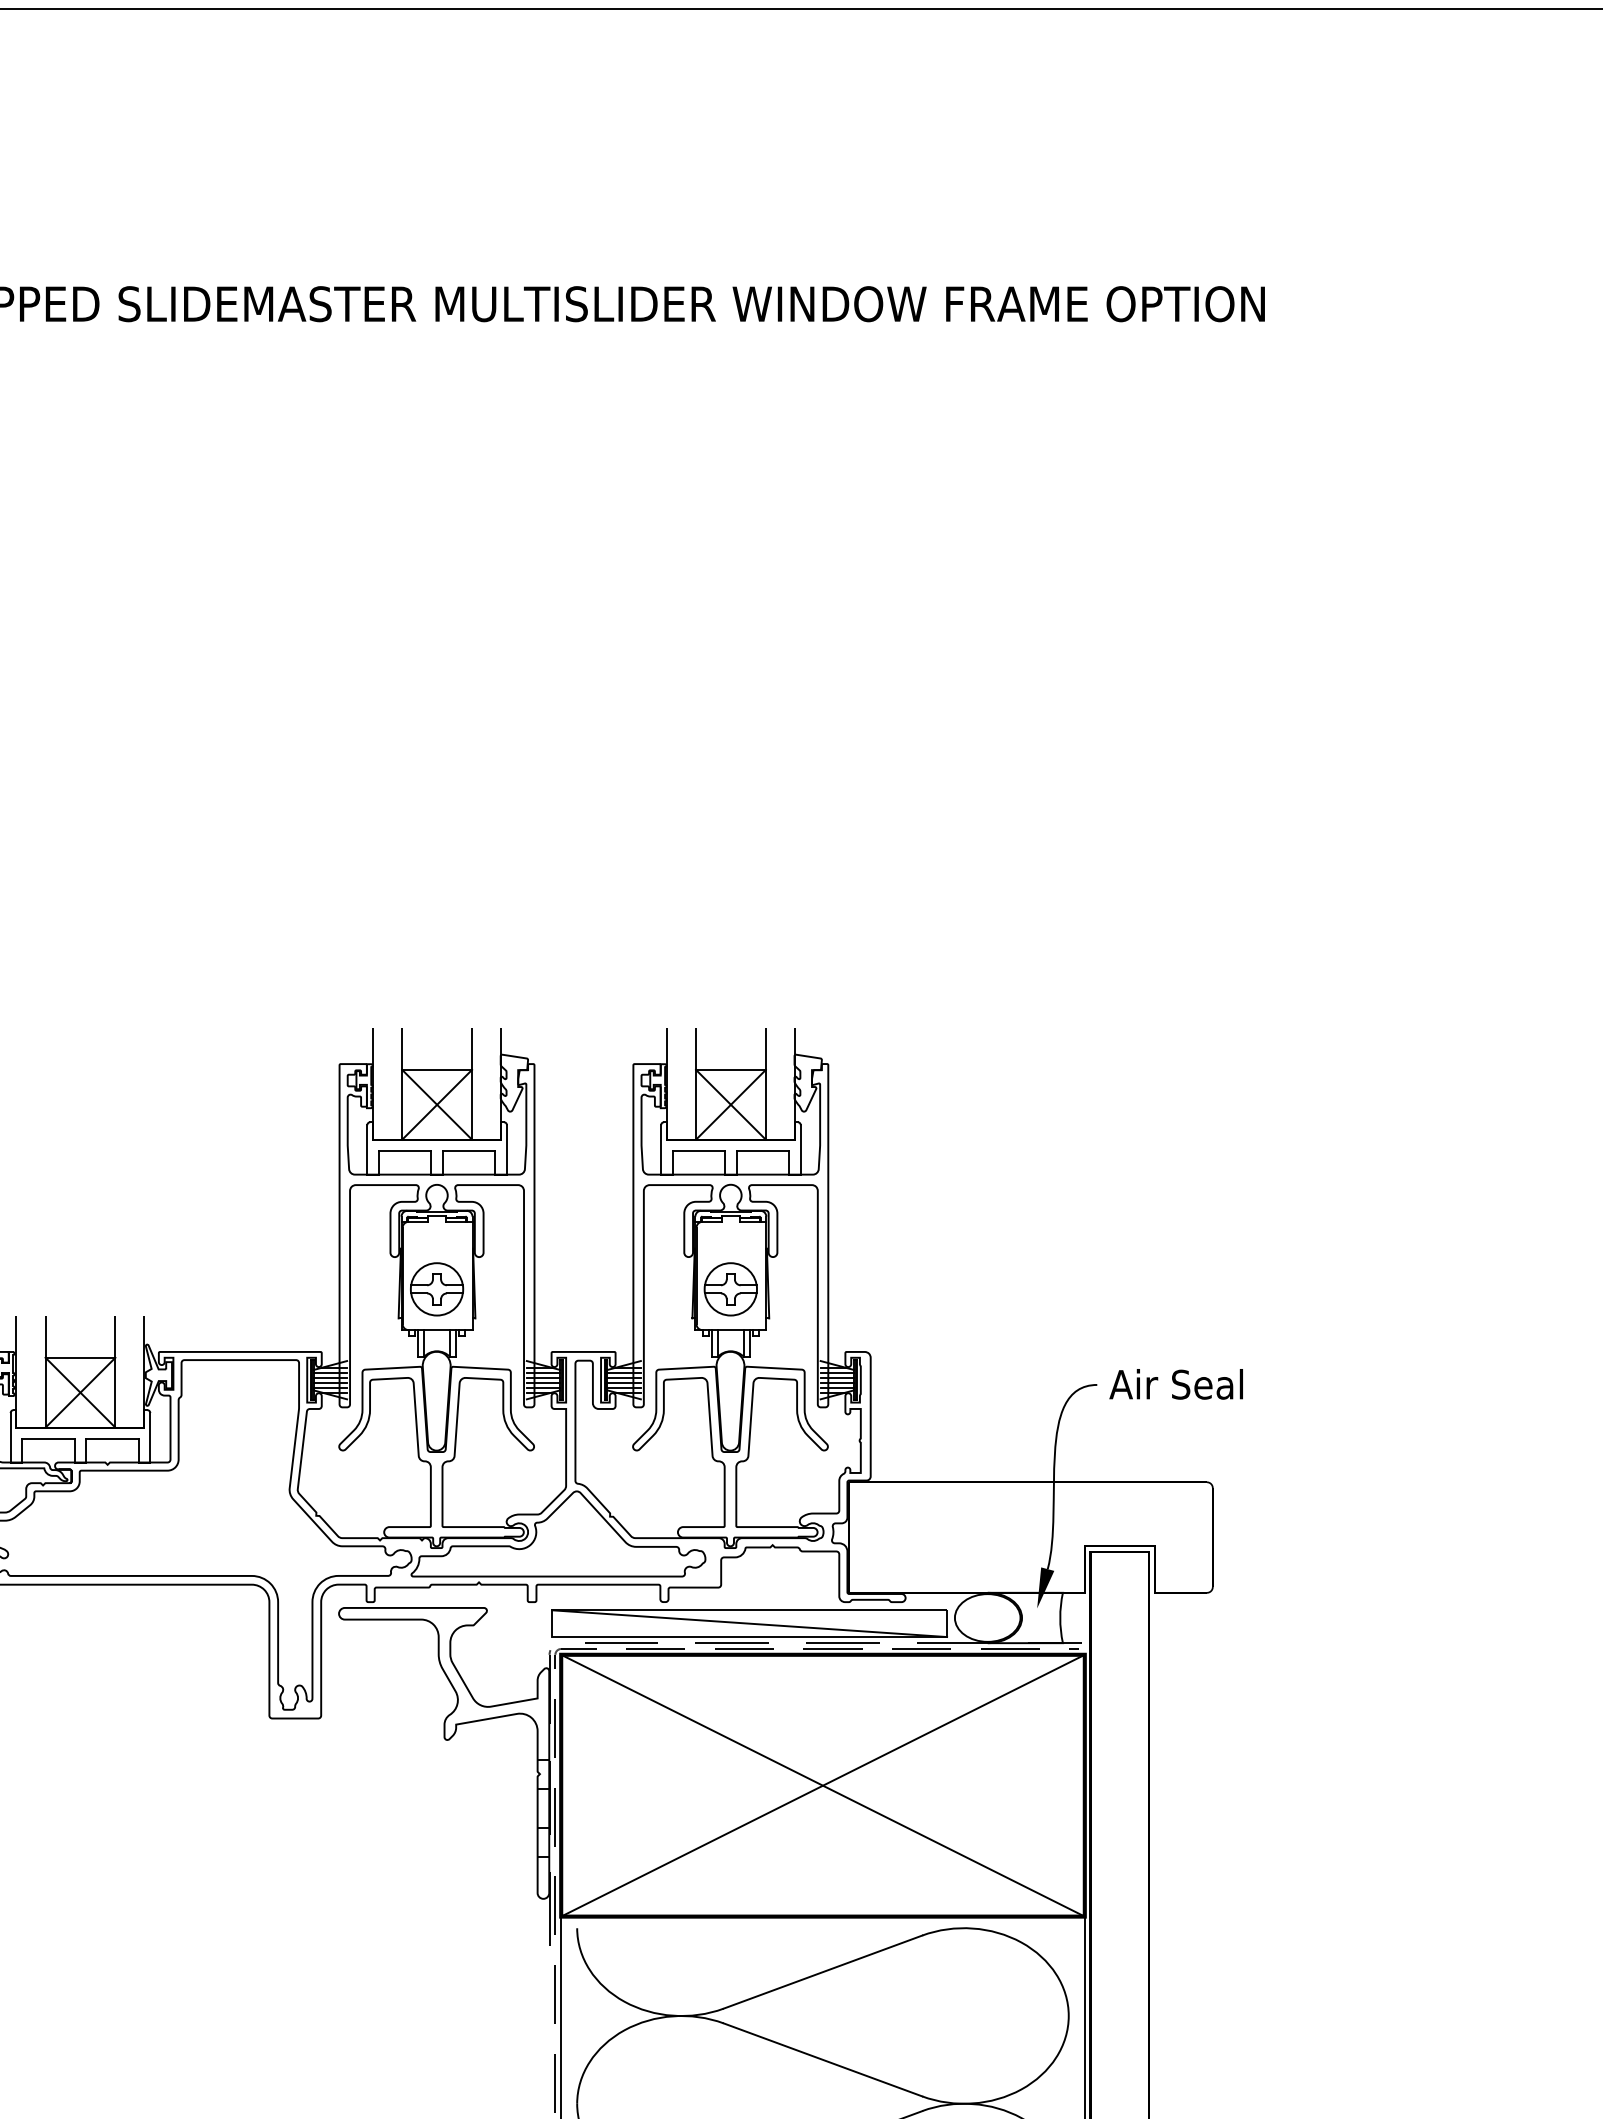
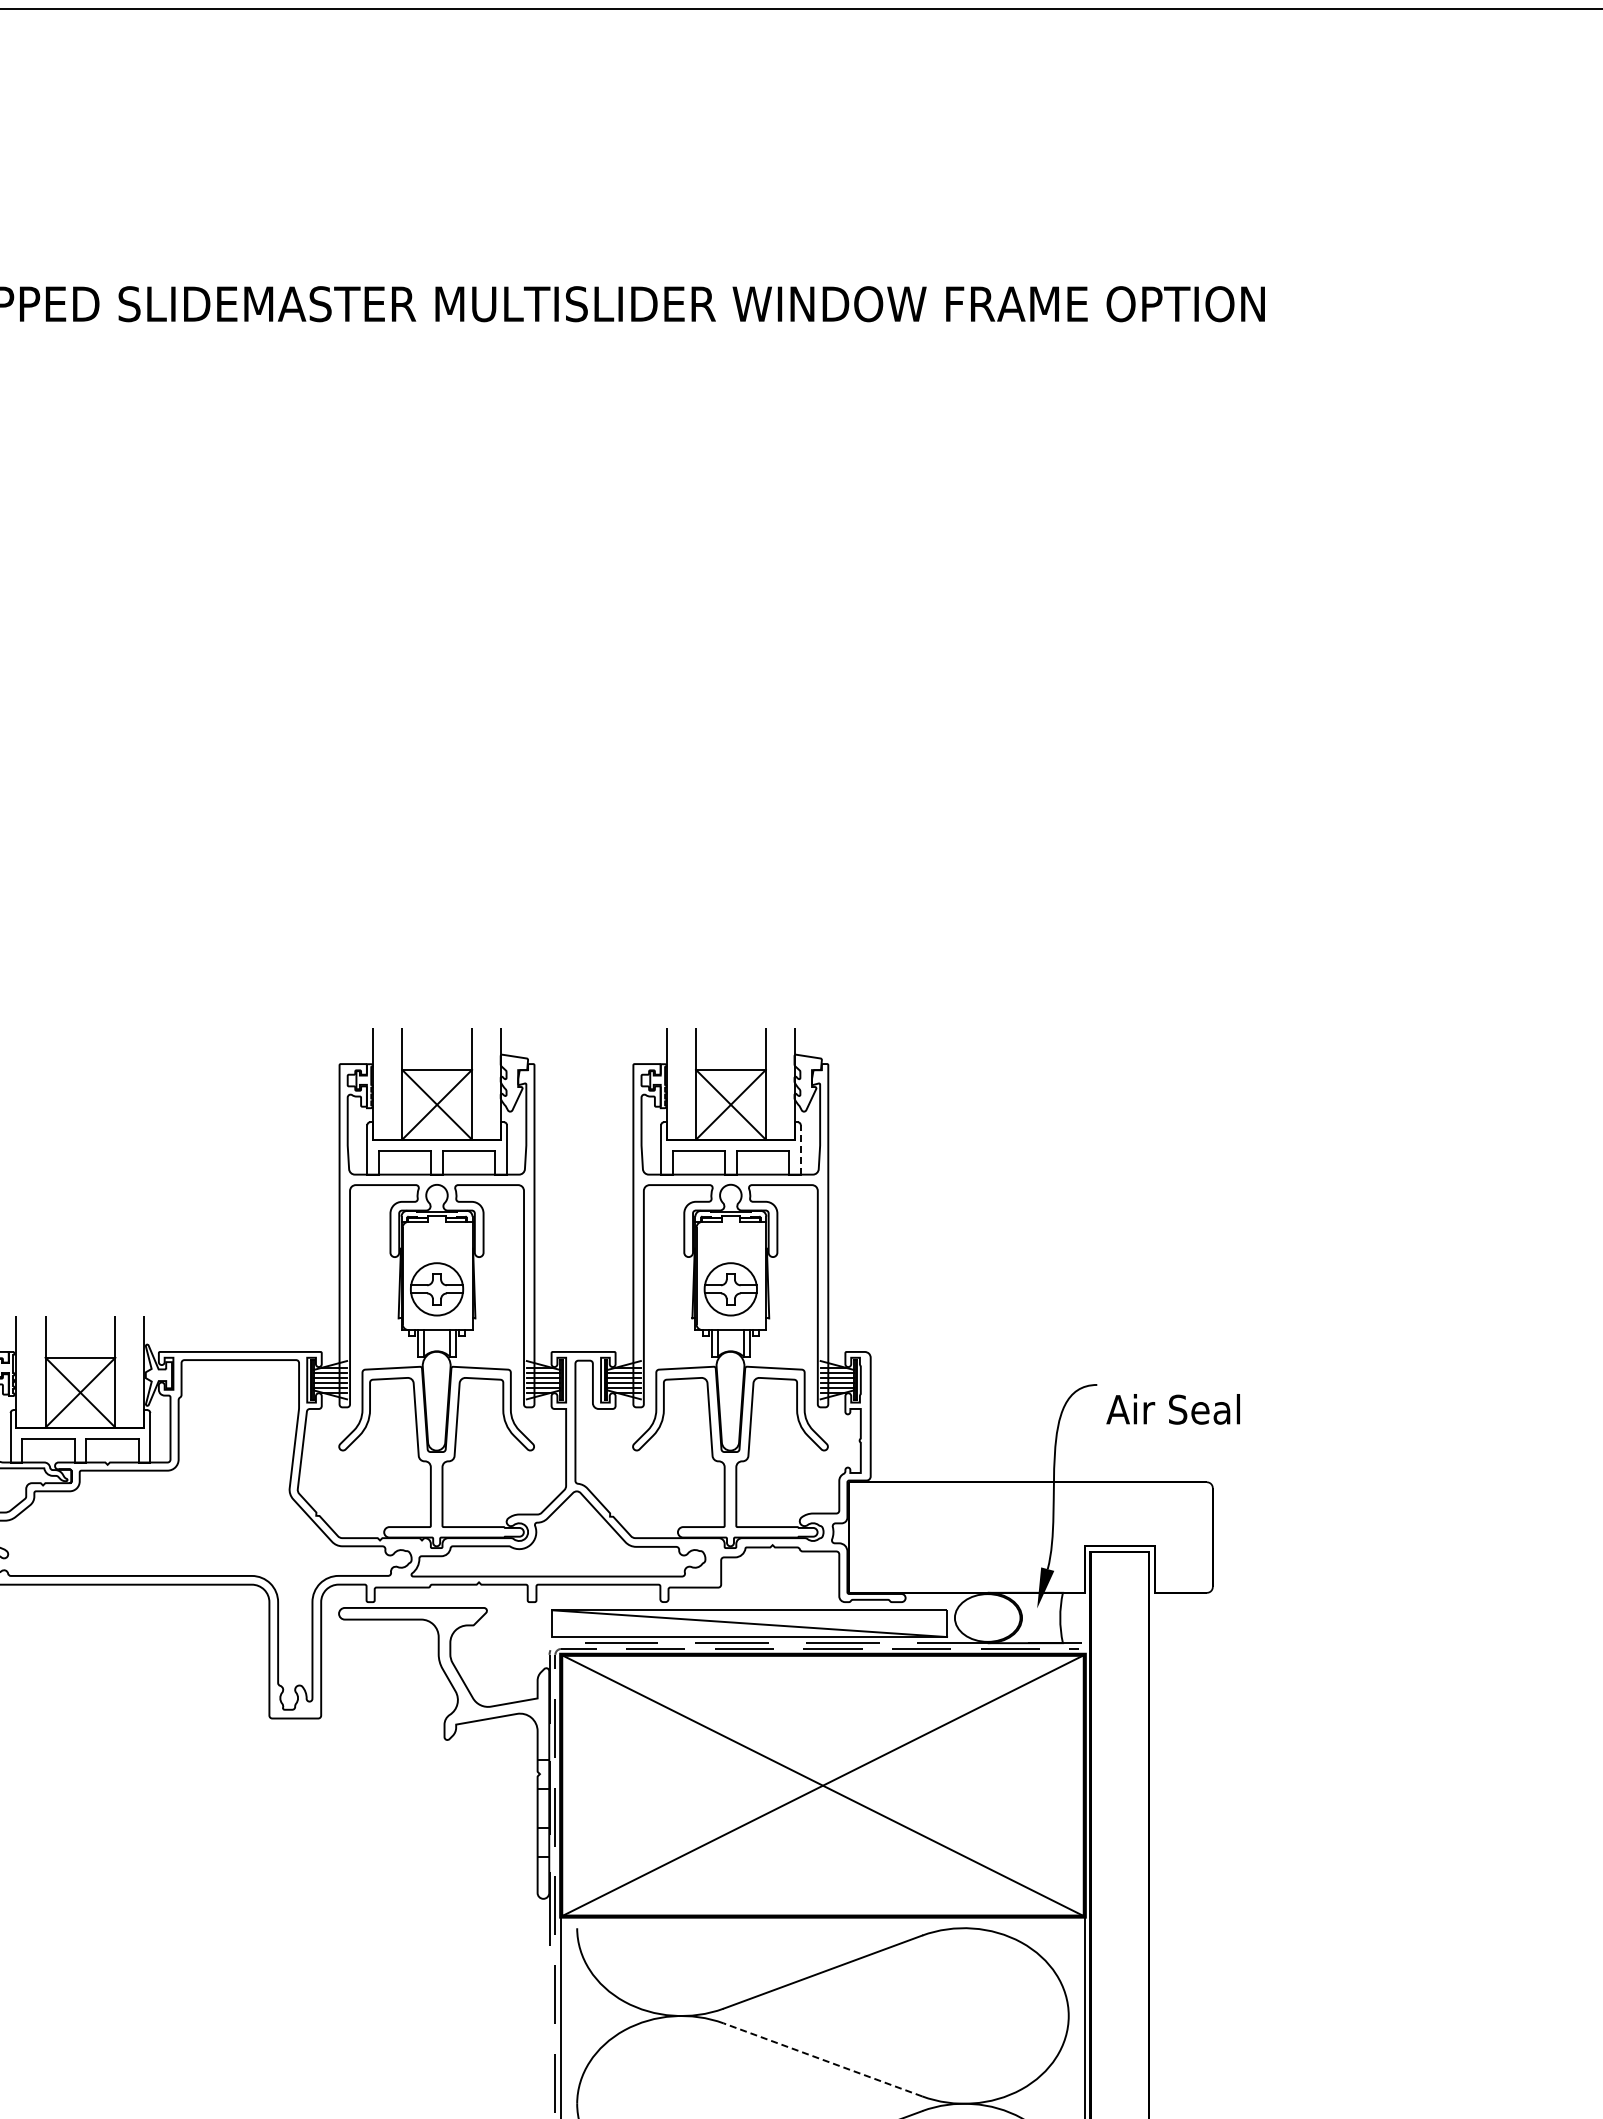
line at (800, 1149): solid -> dashed
text at (1175, 1384) position: (1175, 1384) -> (1172, 1409)
line at (822, 2059): solid -> dashed
